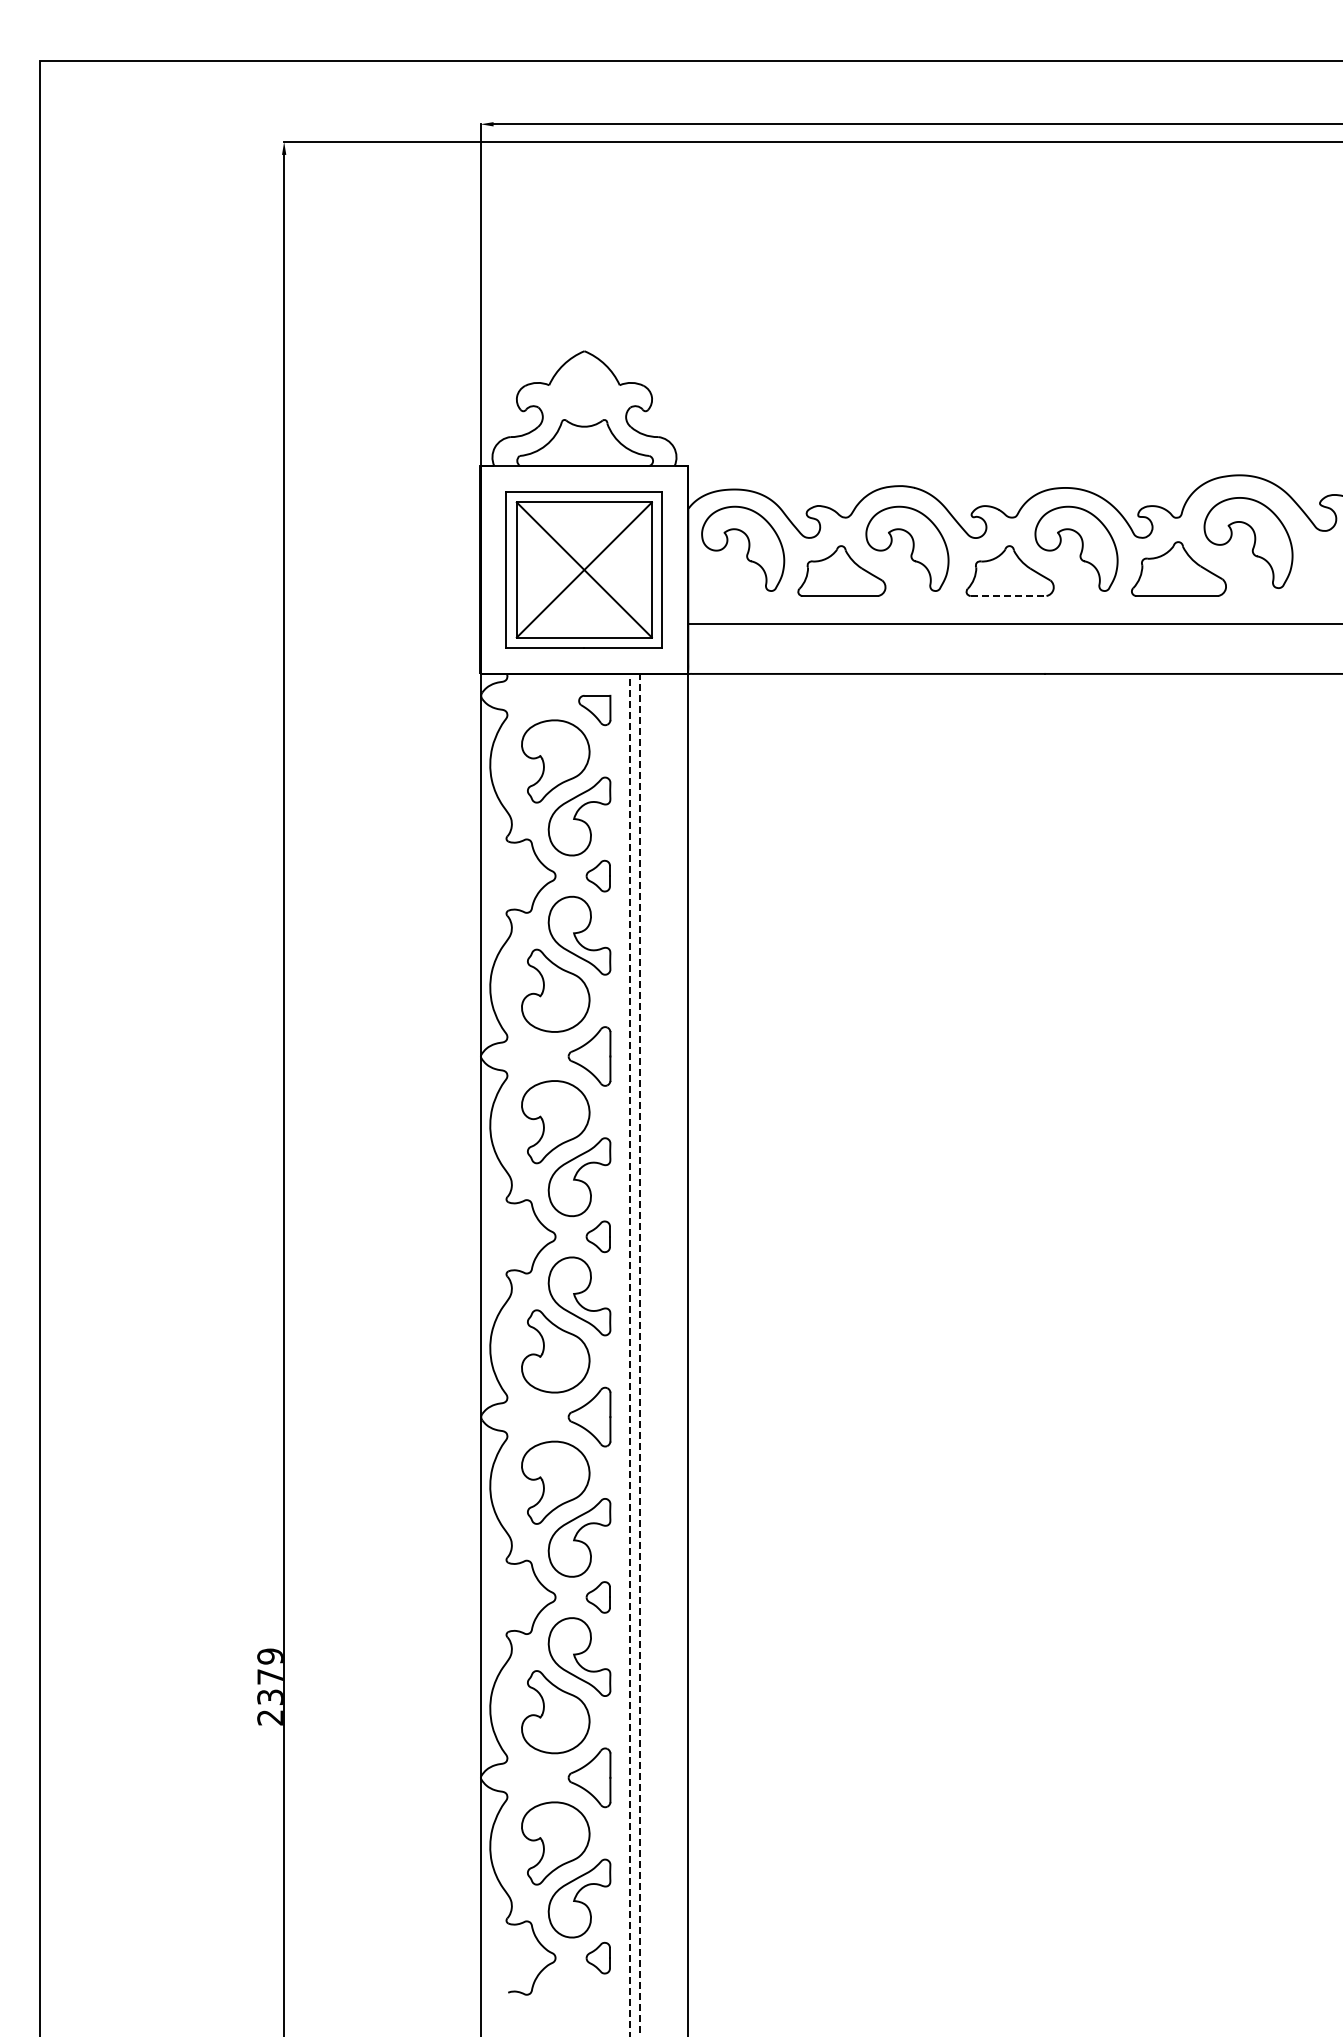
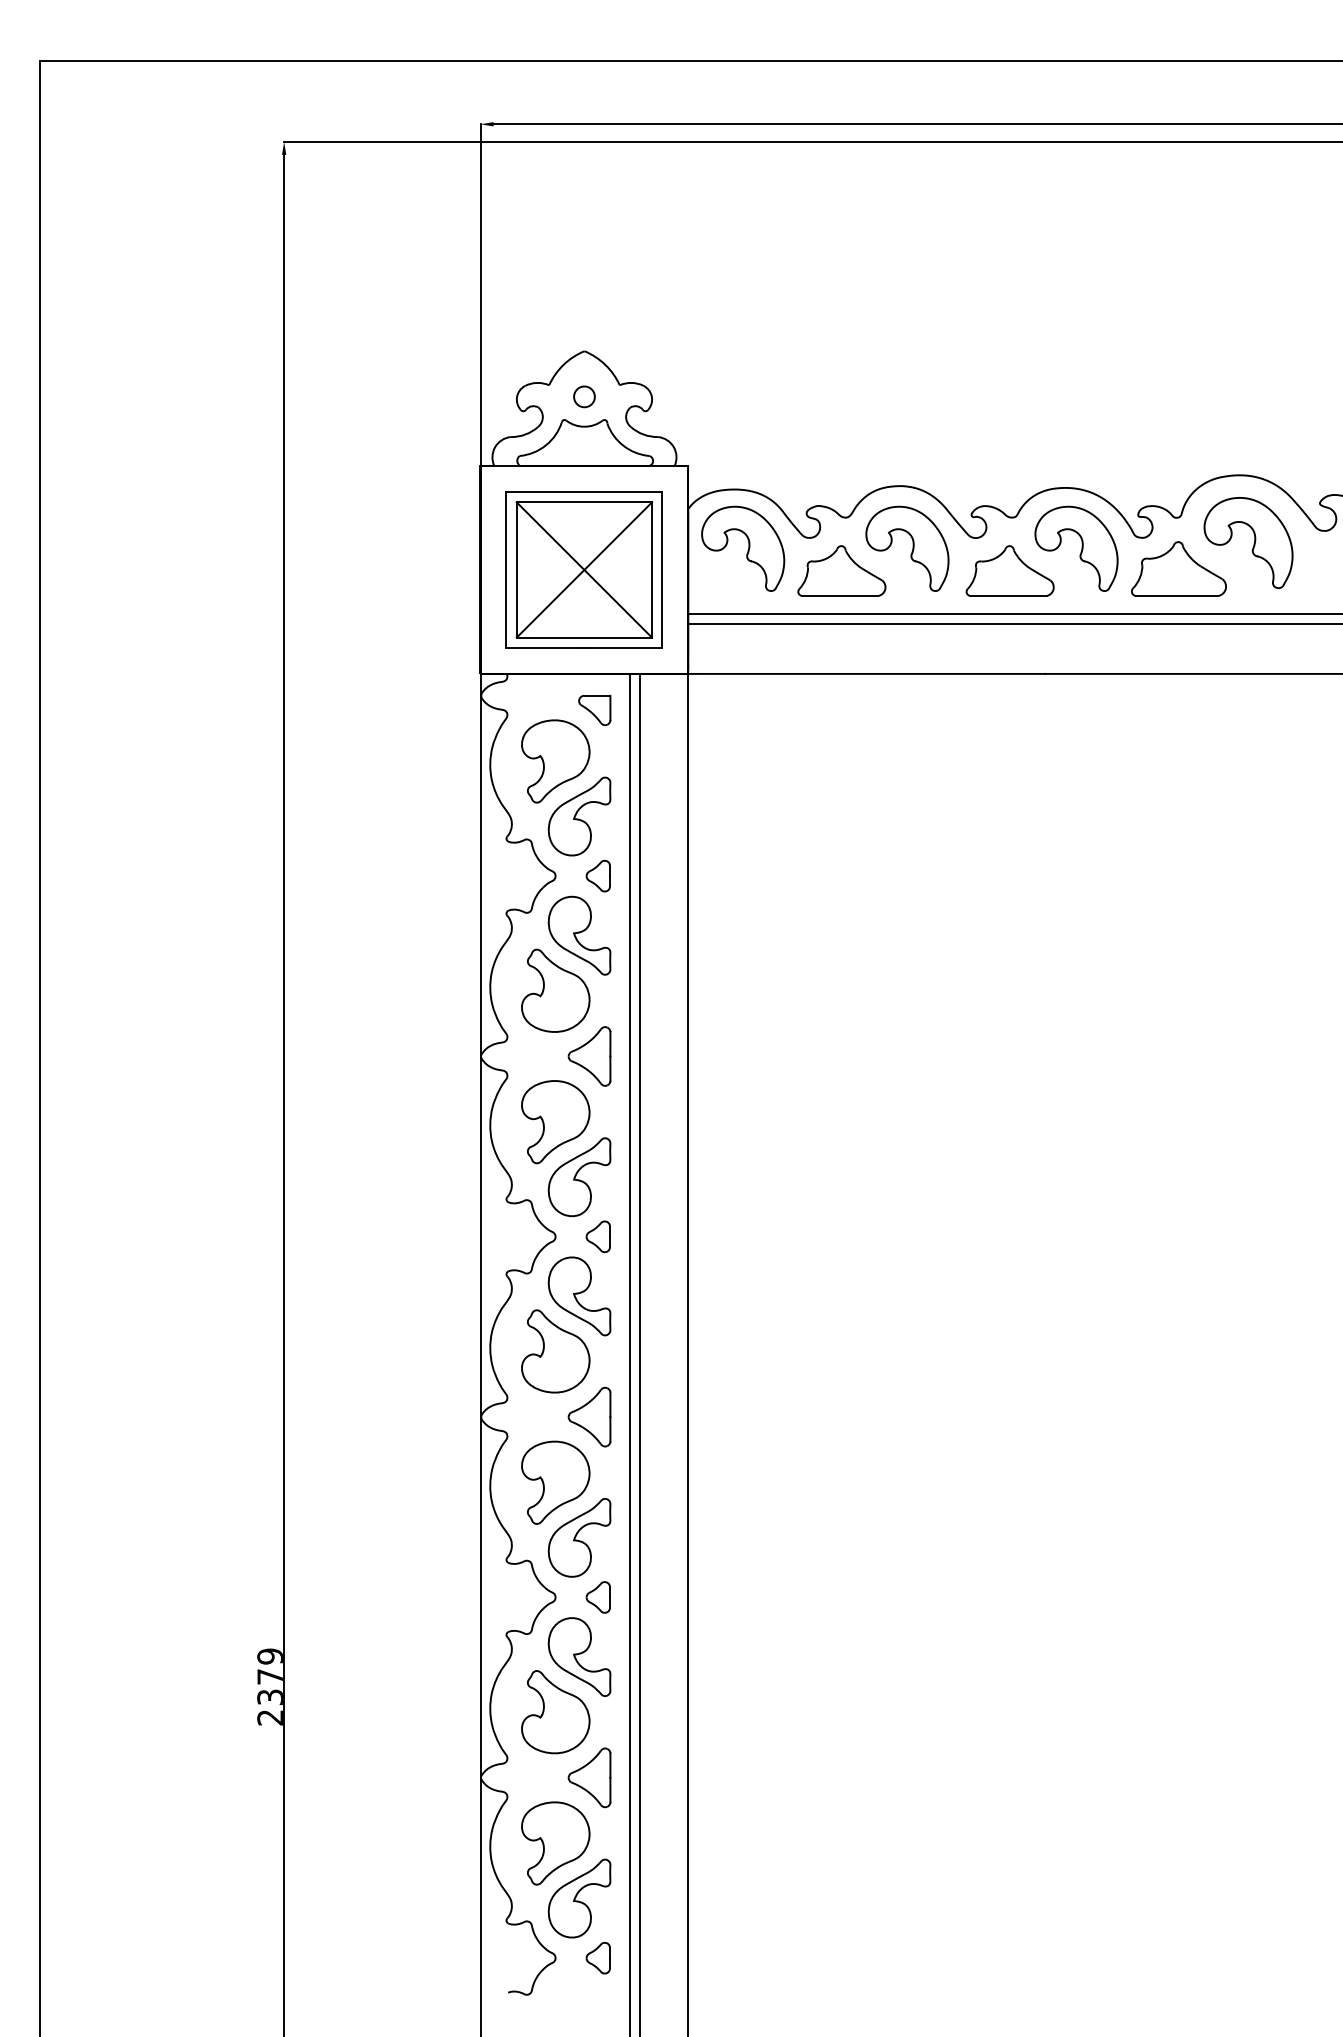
circle at (584, 396): none -> present
line at (1008, 596): dashed -> solid
line at (1013, 613): none -> present
line at (635, 673): dashed -> solid
